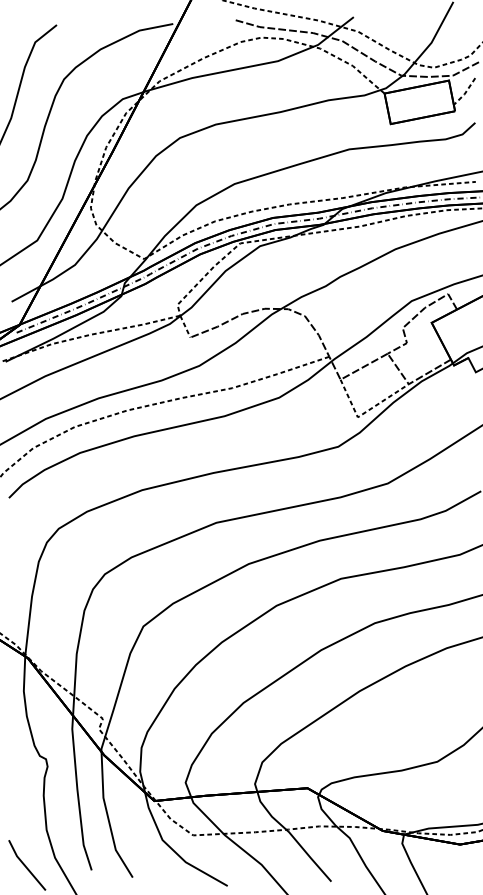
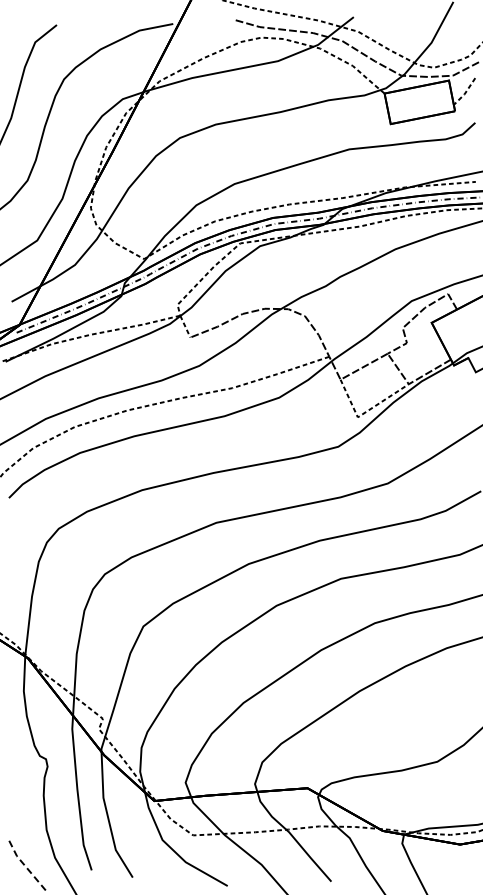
line at (25, 866): solid -> dashed
